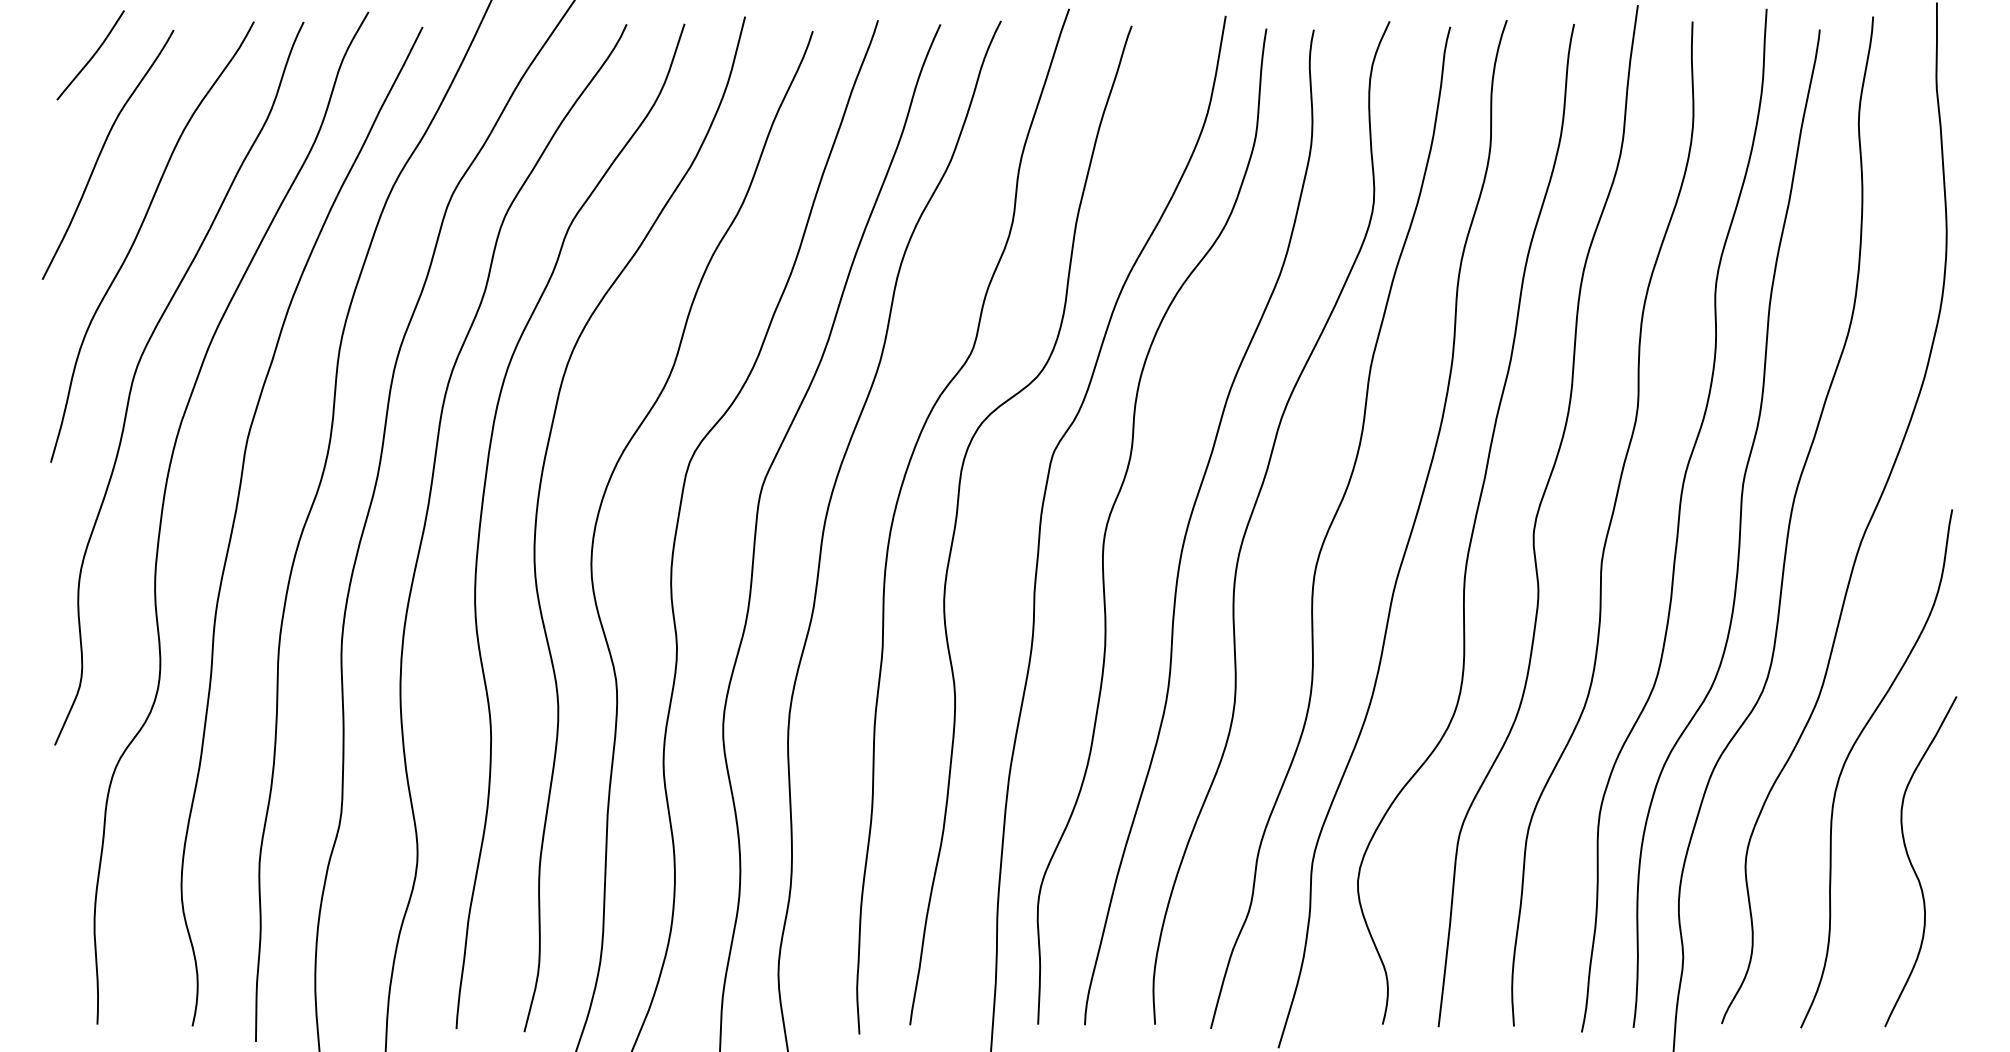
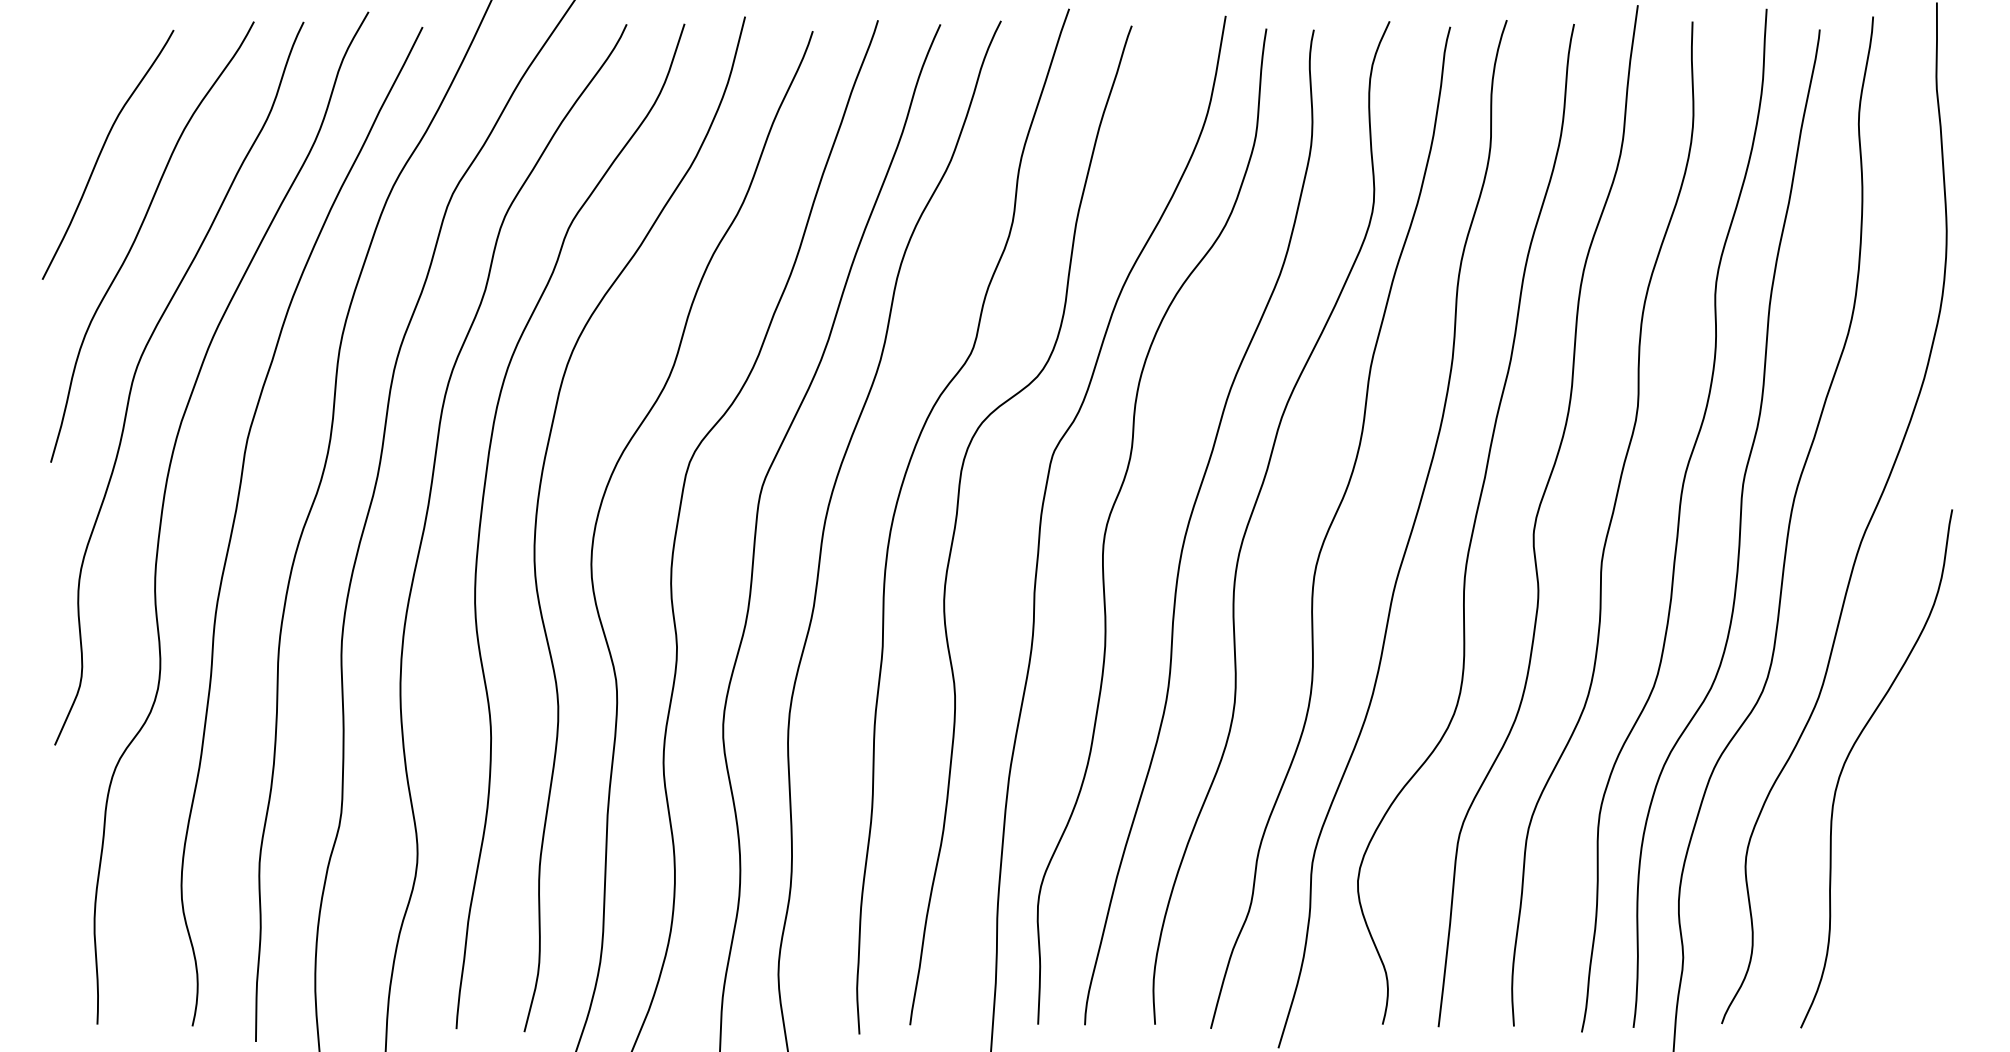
curve at (91, 56): present -> none
curve at (1912, 864): present -> none
